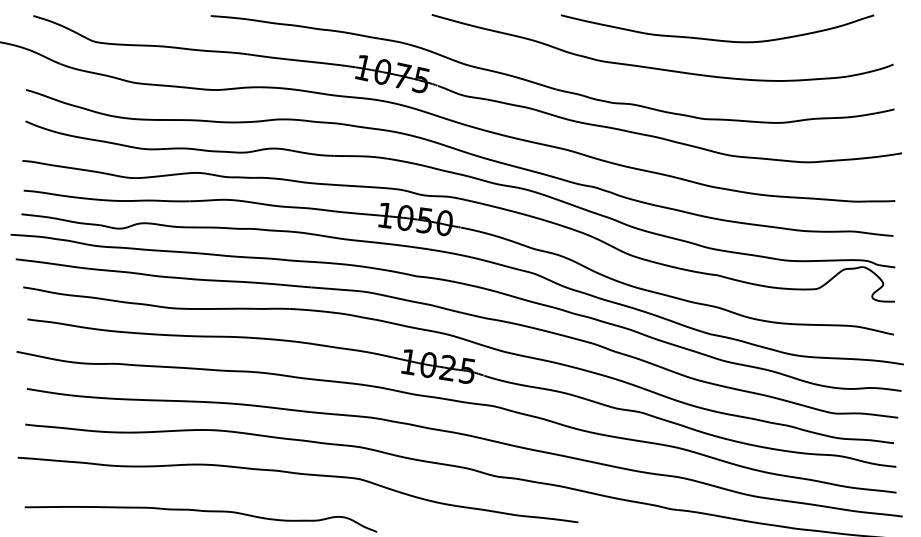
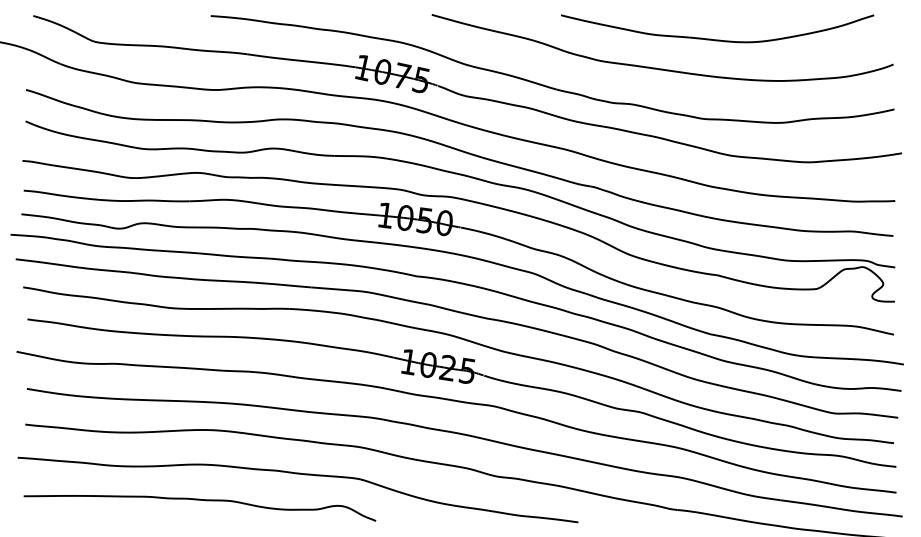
curve at (200, 511) position: (200, 511) -> (199, 500)
